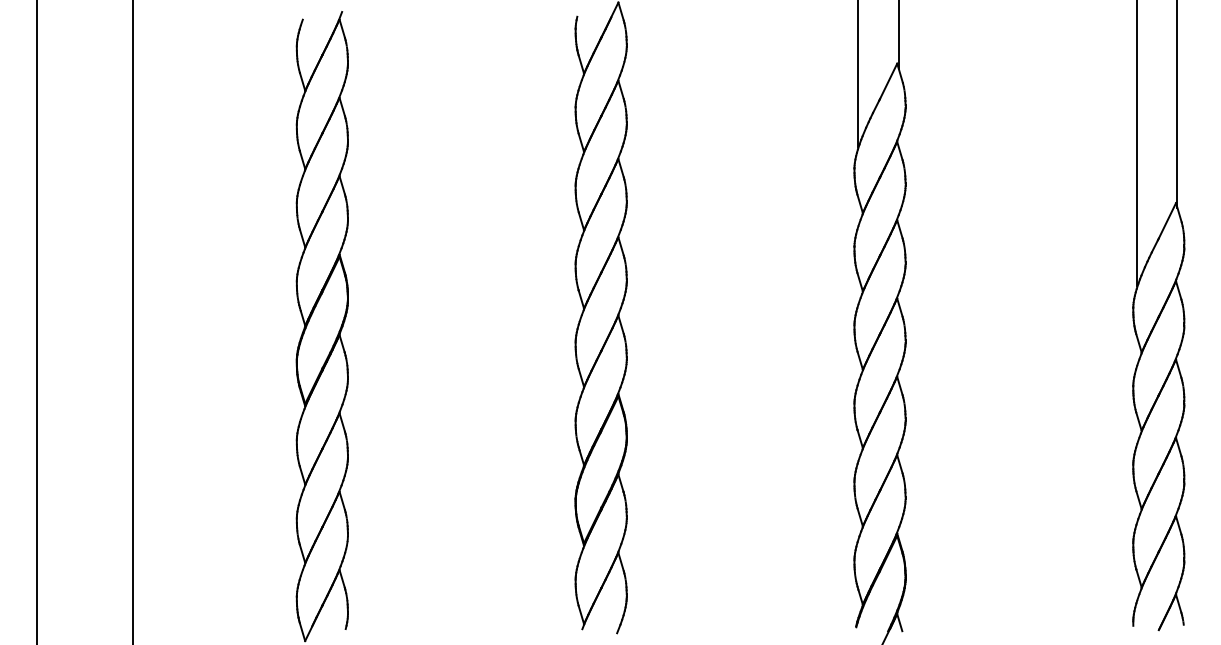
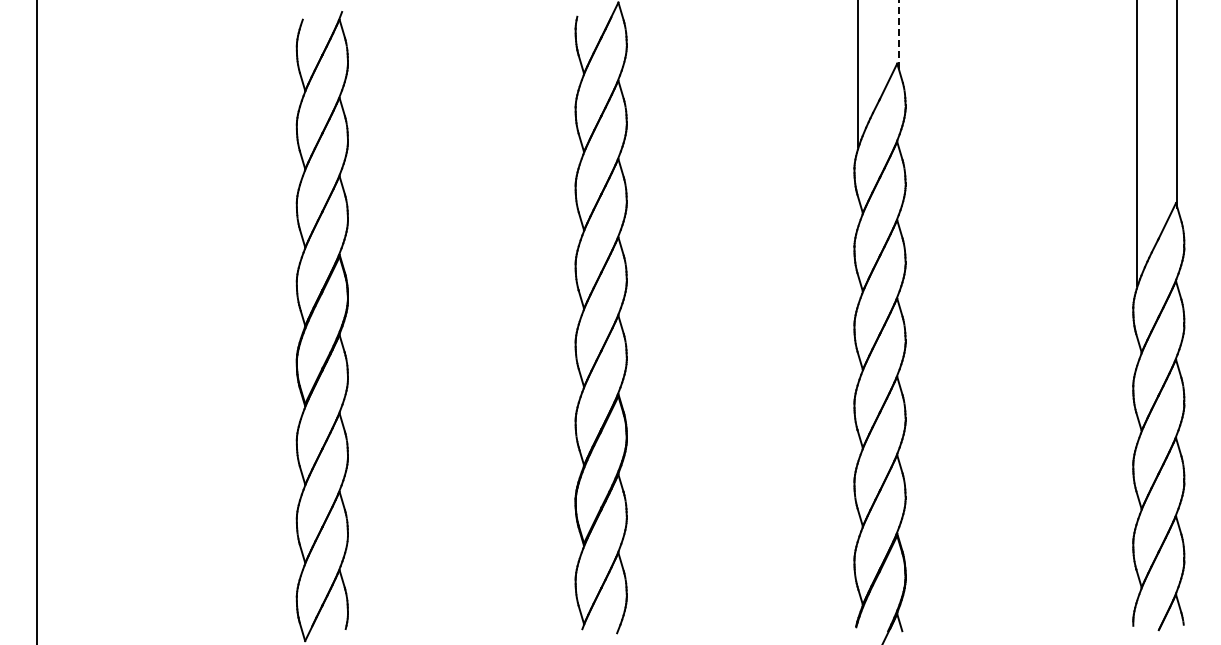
line at (898, 34): solid -> dashed
line at (133, 321): present -> none
